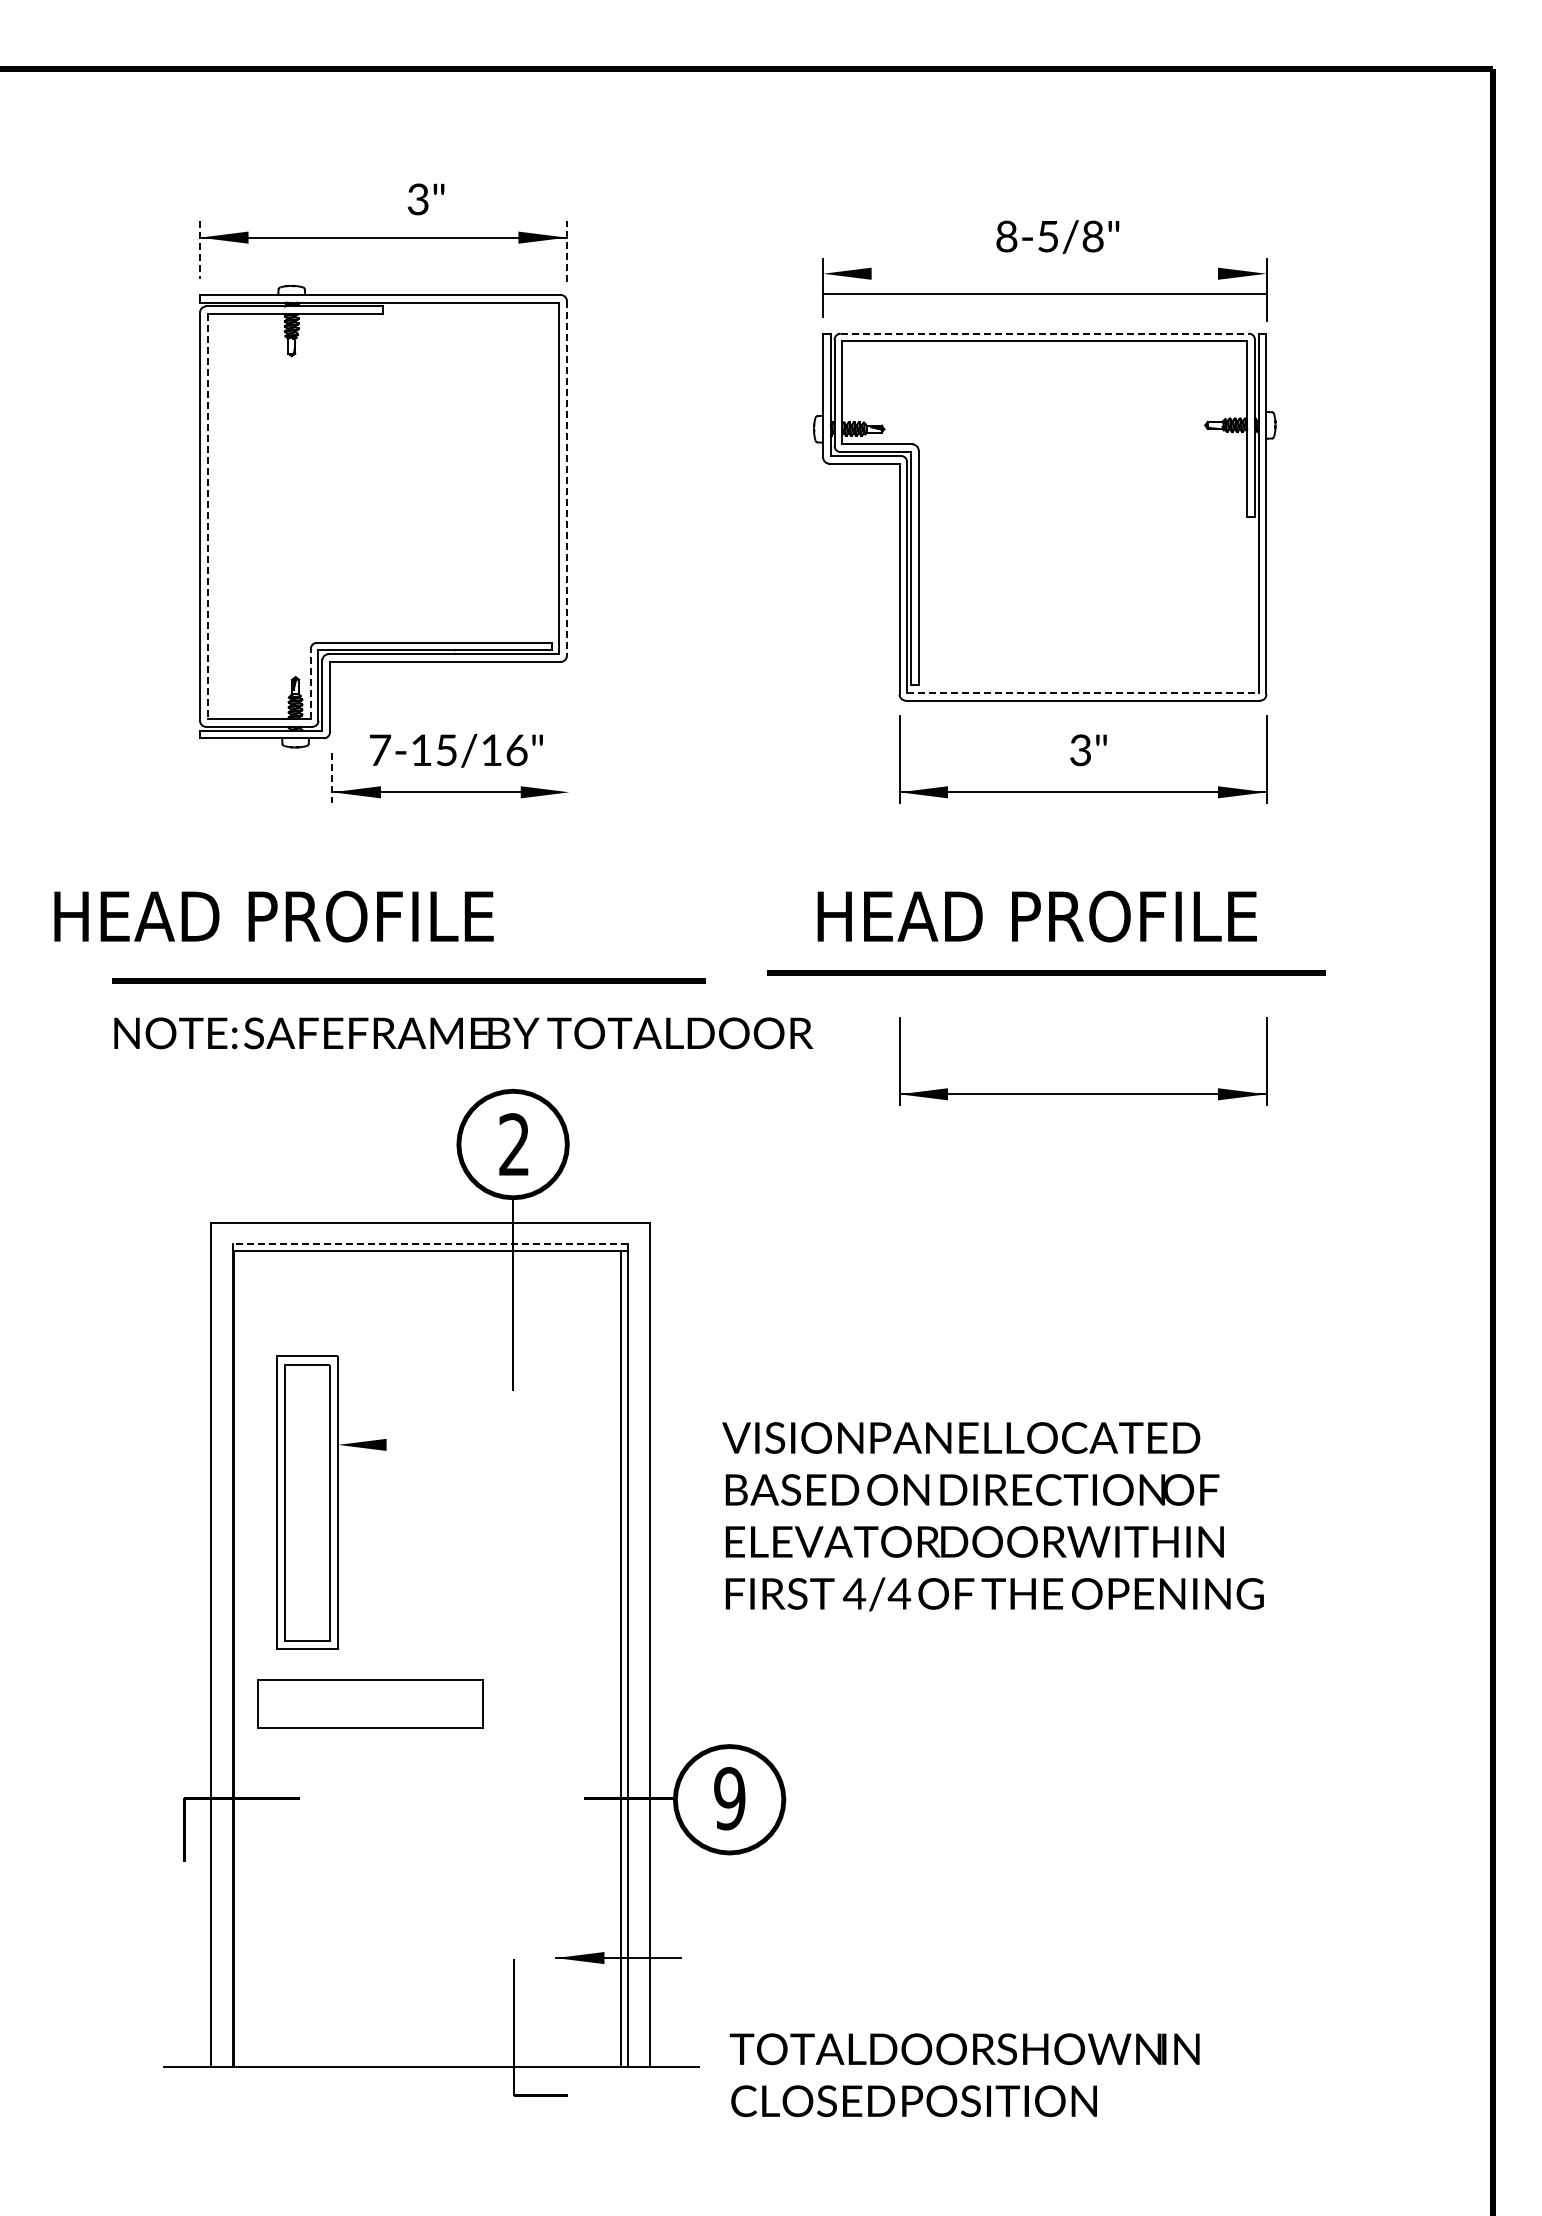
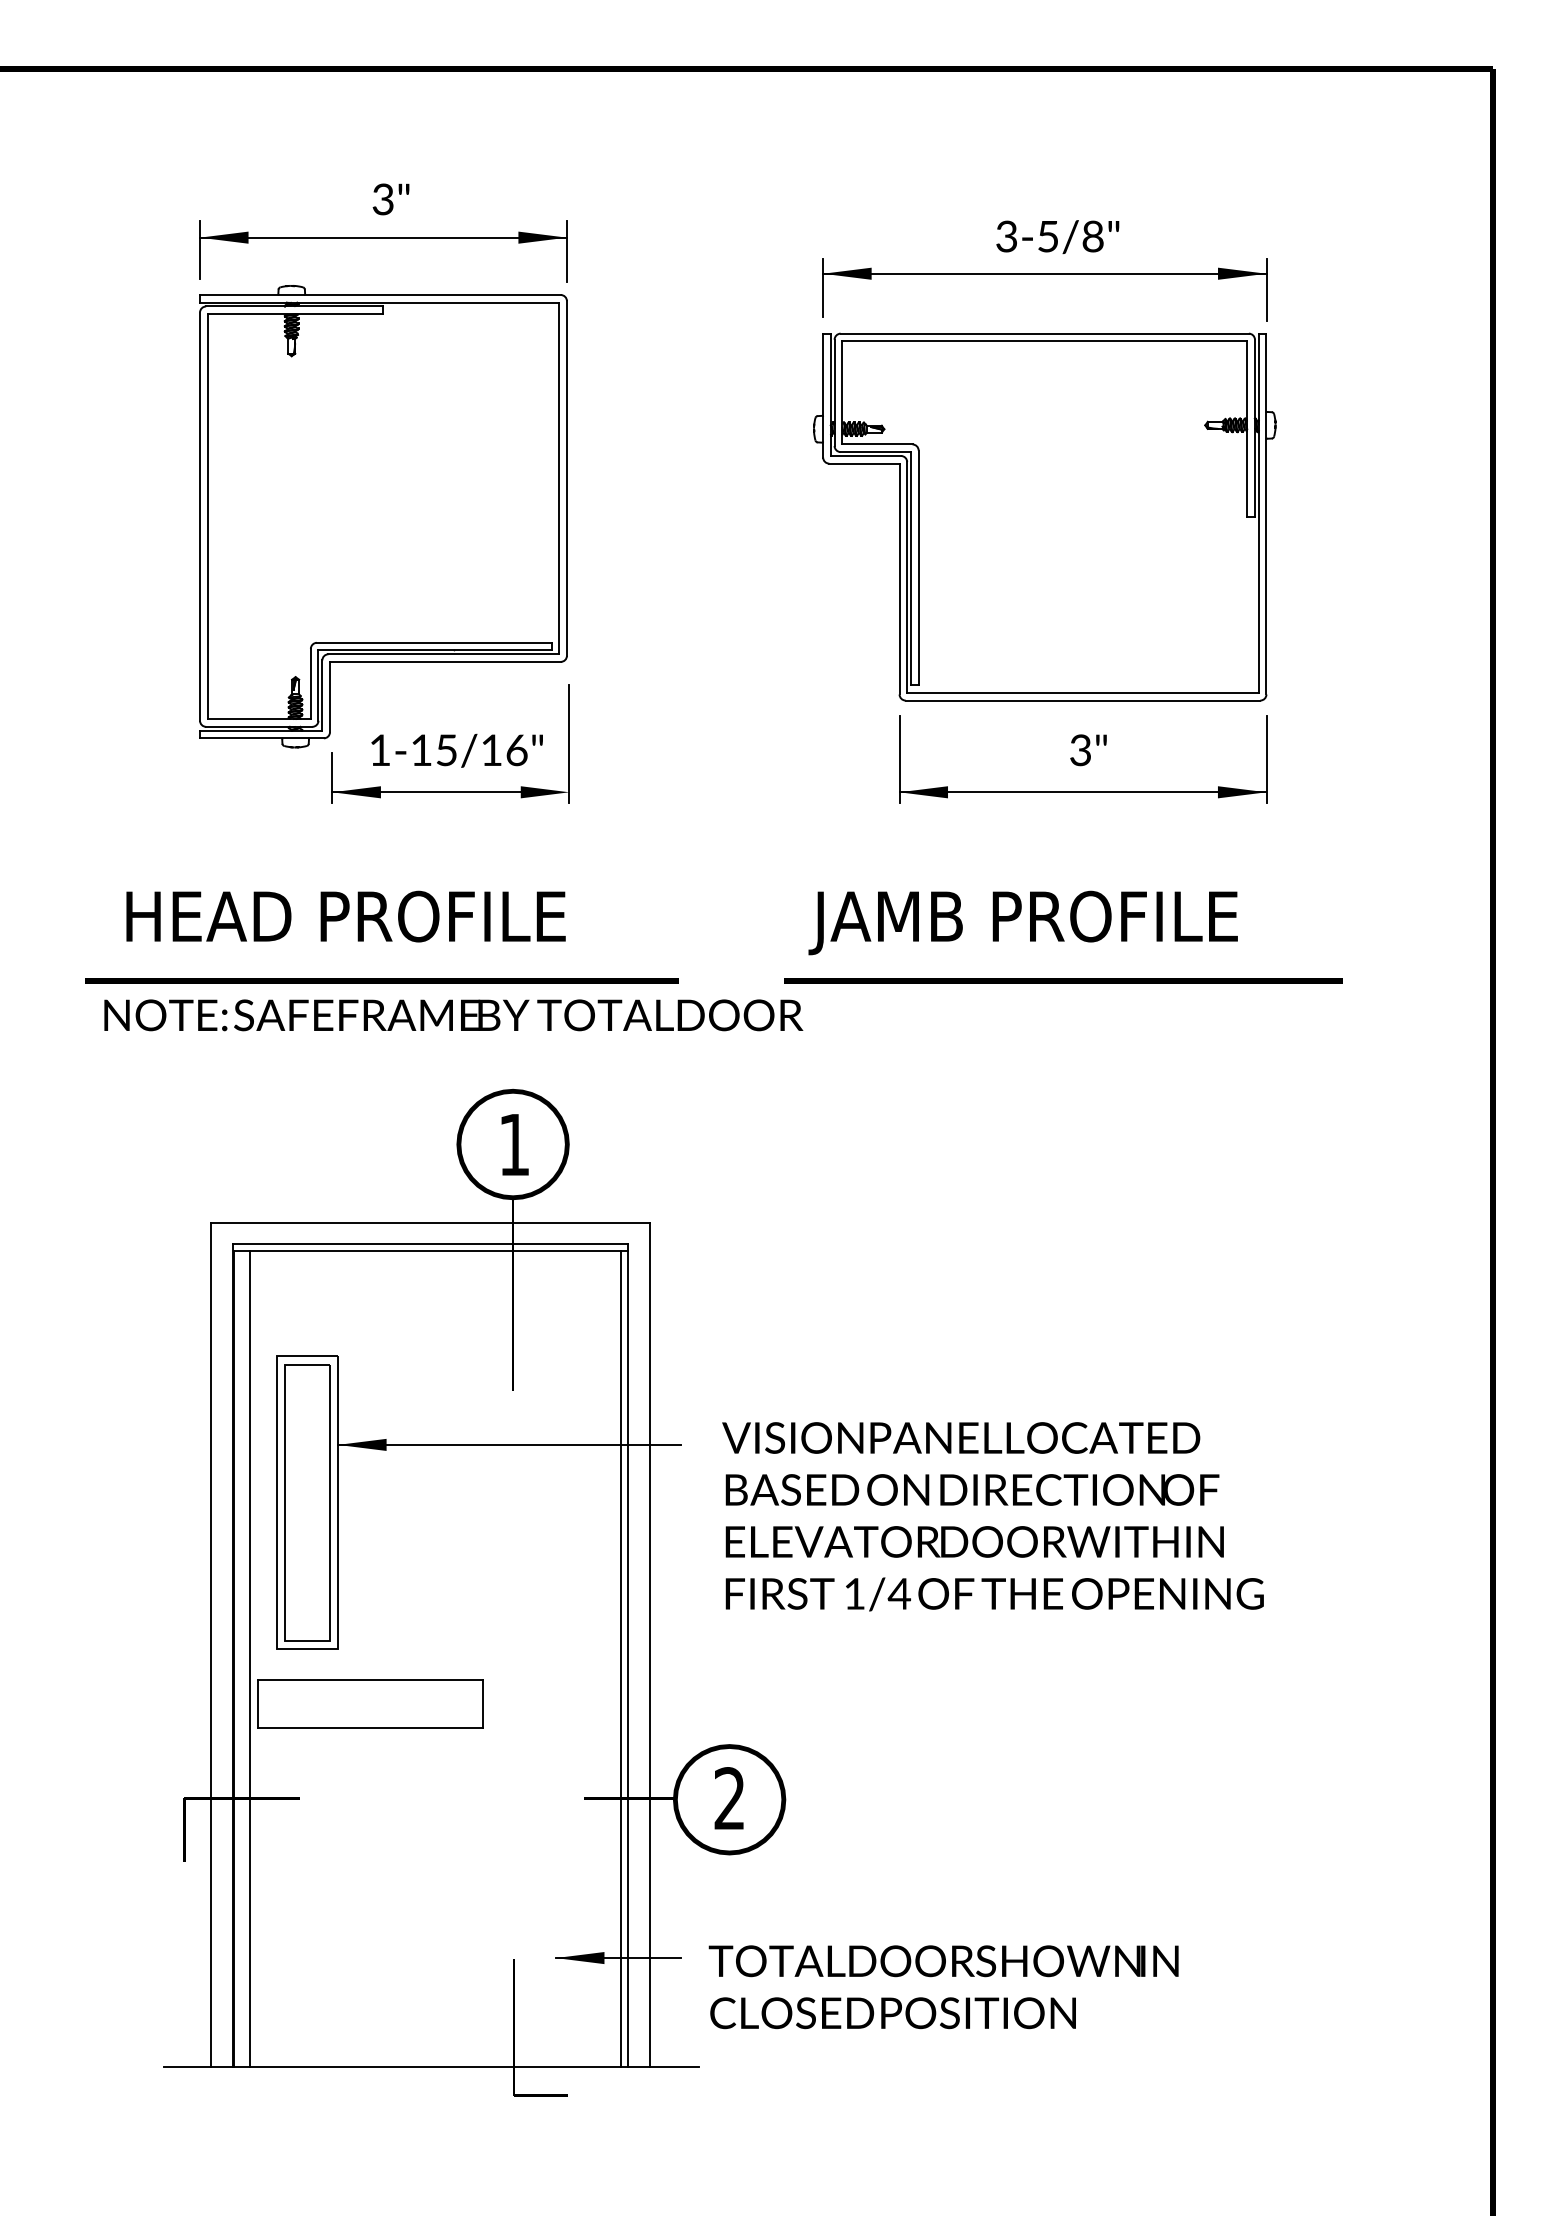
text at (425, 199) position: (425, 199) -> (390, 199)
text at (1006, 236): 8-5/8" -> 3-5/8"
line at (200, 249): dashed -> solid
line at (566, 251): dashed -> solid
line at (1044, 293) position: (1044, 293) -> (1044, 273)
line at (1045, 333): dashed -> solid
line at (566, 478): dashed -> solid
line at (207, 516): dashed -> solid
line at (310, 683): dashed -> solid
line at (1083, 692): dashed -> solid
line at (569, 743): none -> present
text at (380, 749): 7-15/16" -> 1-15/16"
line at (332, 777): dashed -> solid
text at (273, 916) position: (273, 916) -> (345, 916)
text at (1032, 922): HEAD PROFILE -> JAMB PROFILE
line at (1046, 972) position: (1046, 972) -> (1063, 980)
line at (408, 980) position: (408, 980) -> (381, 980)
text at (463, 1033) position: (463, 1033) -> (453, 1015)
part at (1083, 1093): present -> none
text at (513, 1144): 2 -> 1
line at (430, 1244): dashed -> solid
line at (509, 1444): none -> present
text at (854, 1593): 4/4 -> 1/4
line at (250, 1659): none -> present
text at (729, 1798): 9 -> 2
text at (964, 2075) position: (964, 2075) -> (943, 1987)
